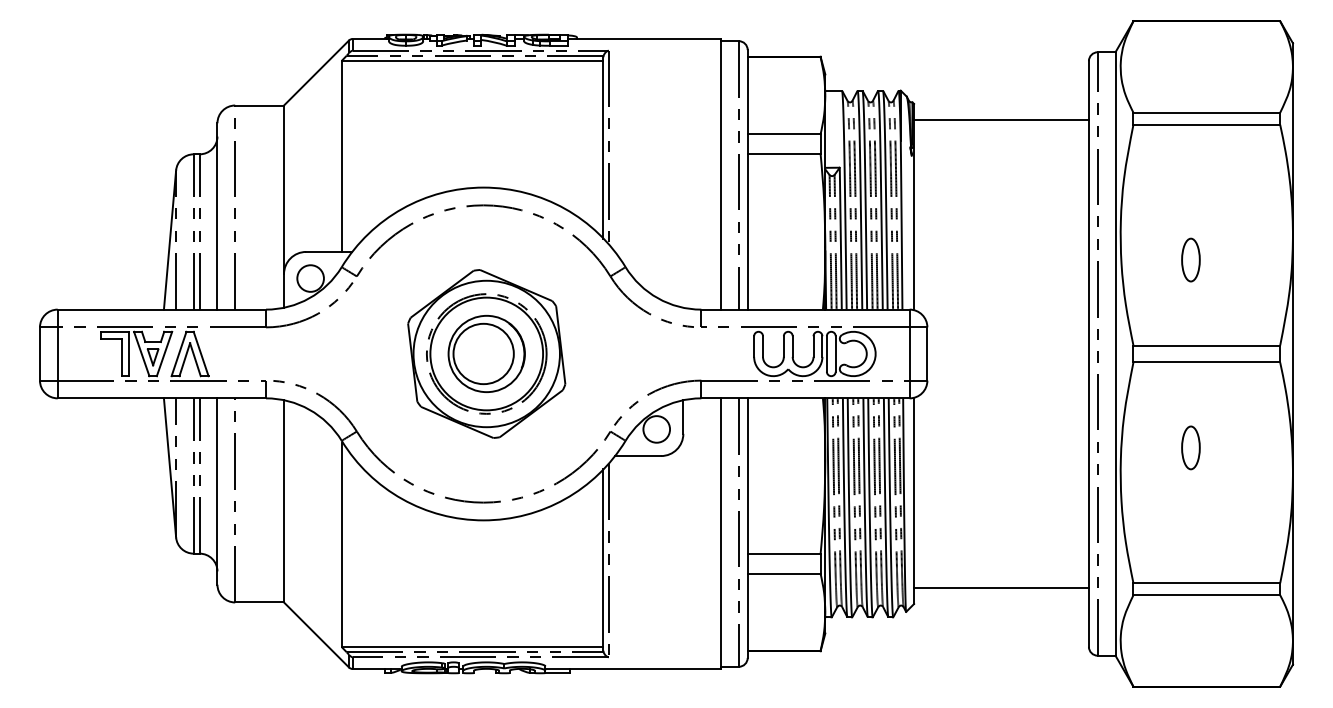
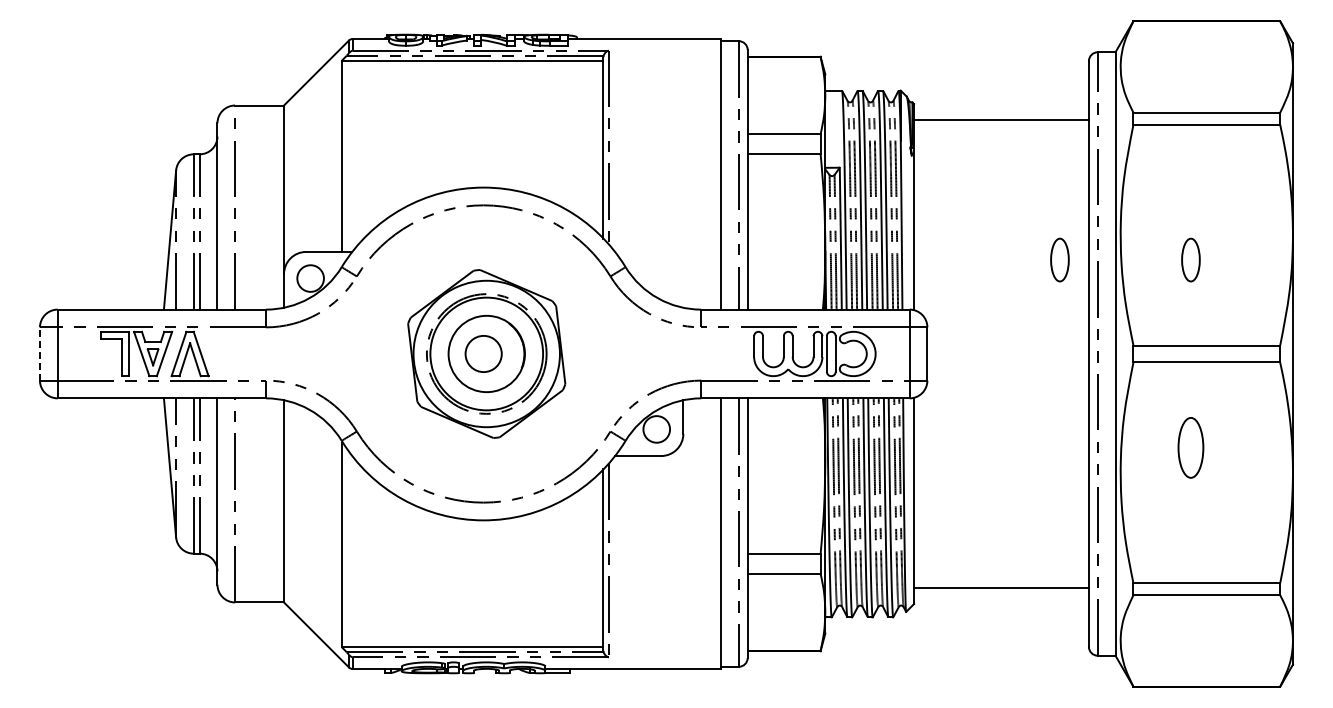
part at (1059, 259): none -> present
circle at (483, 353) diameter: 60 px -> 36 px
line at (39, 354): solid -> dashed
part at (1190, 447) size: 20x46 px -> 28x62 px
